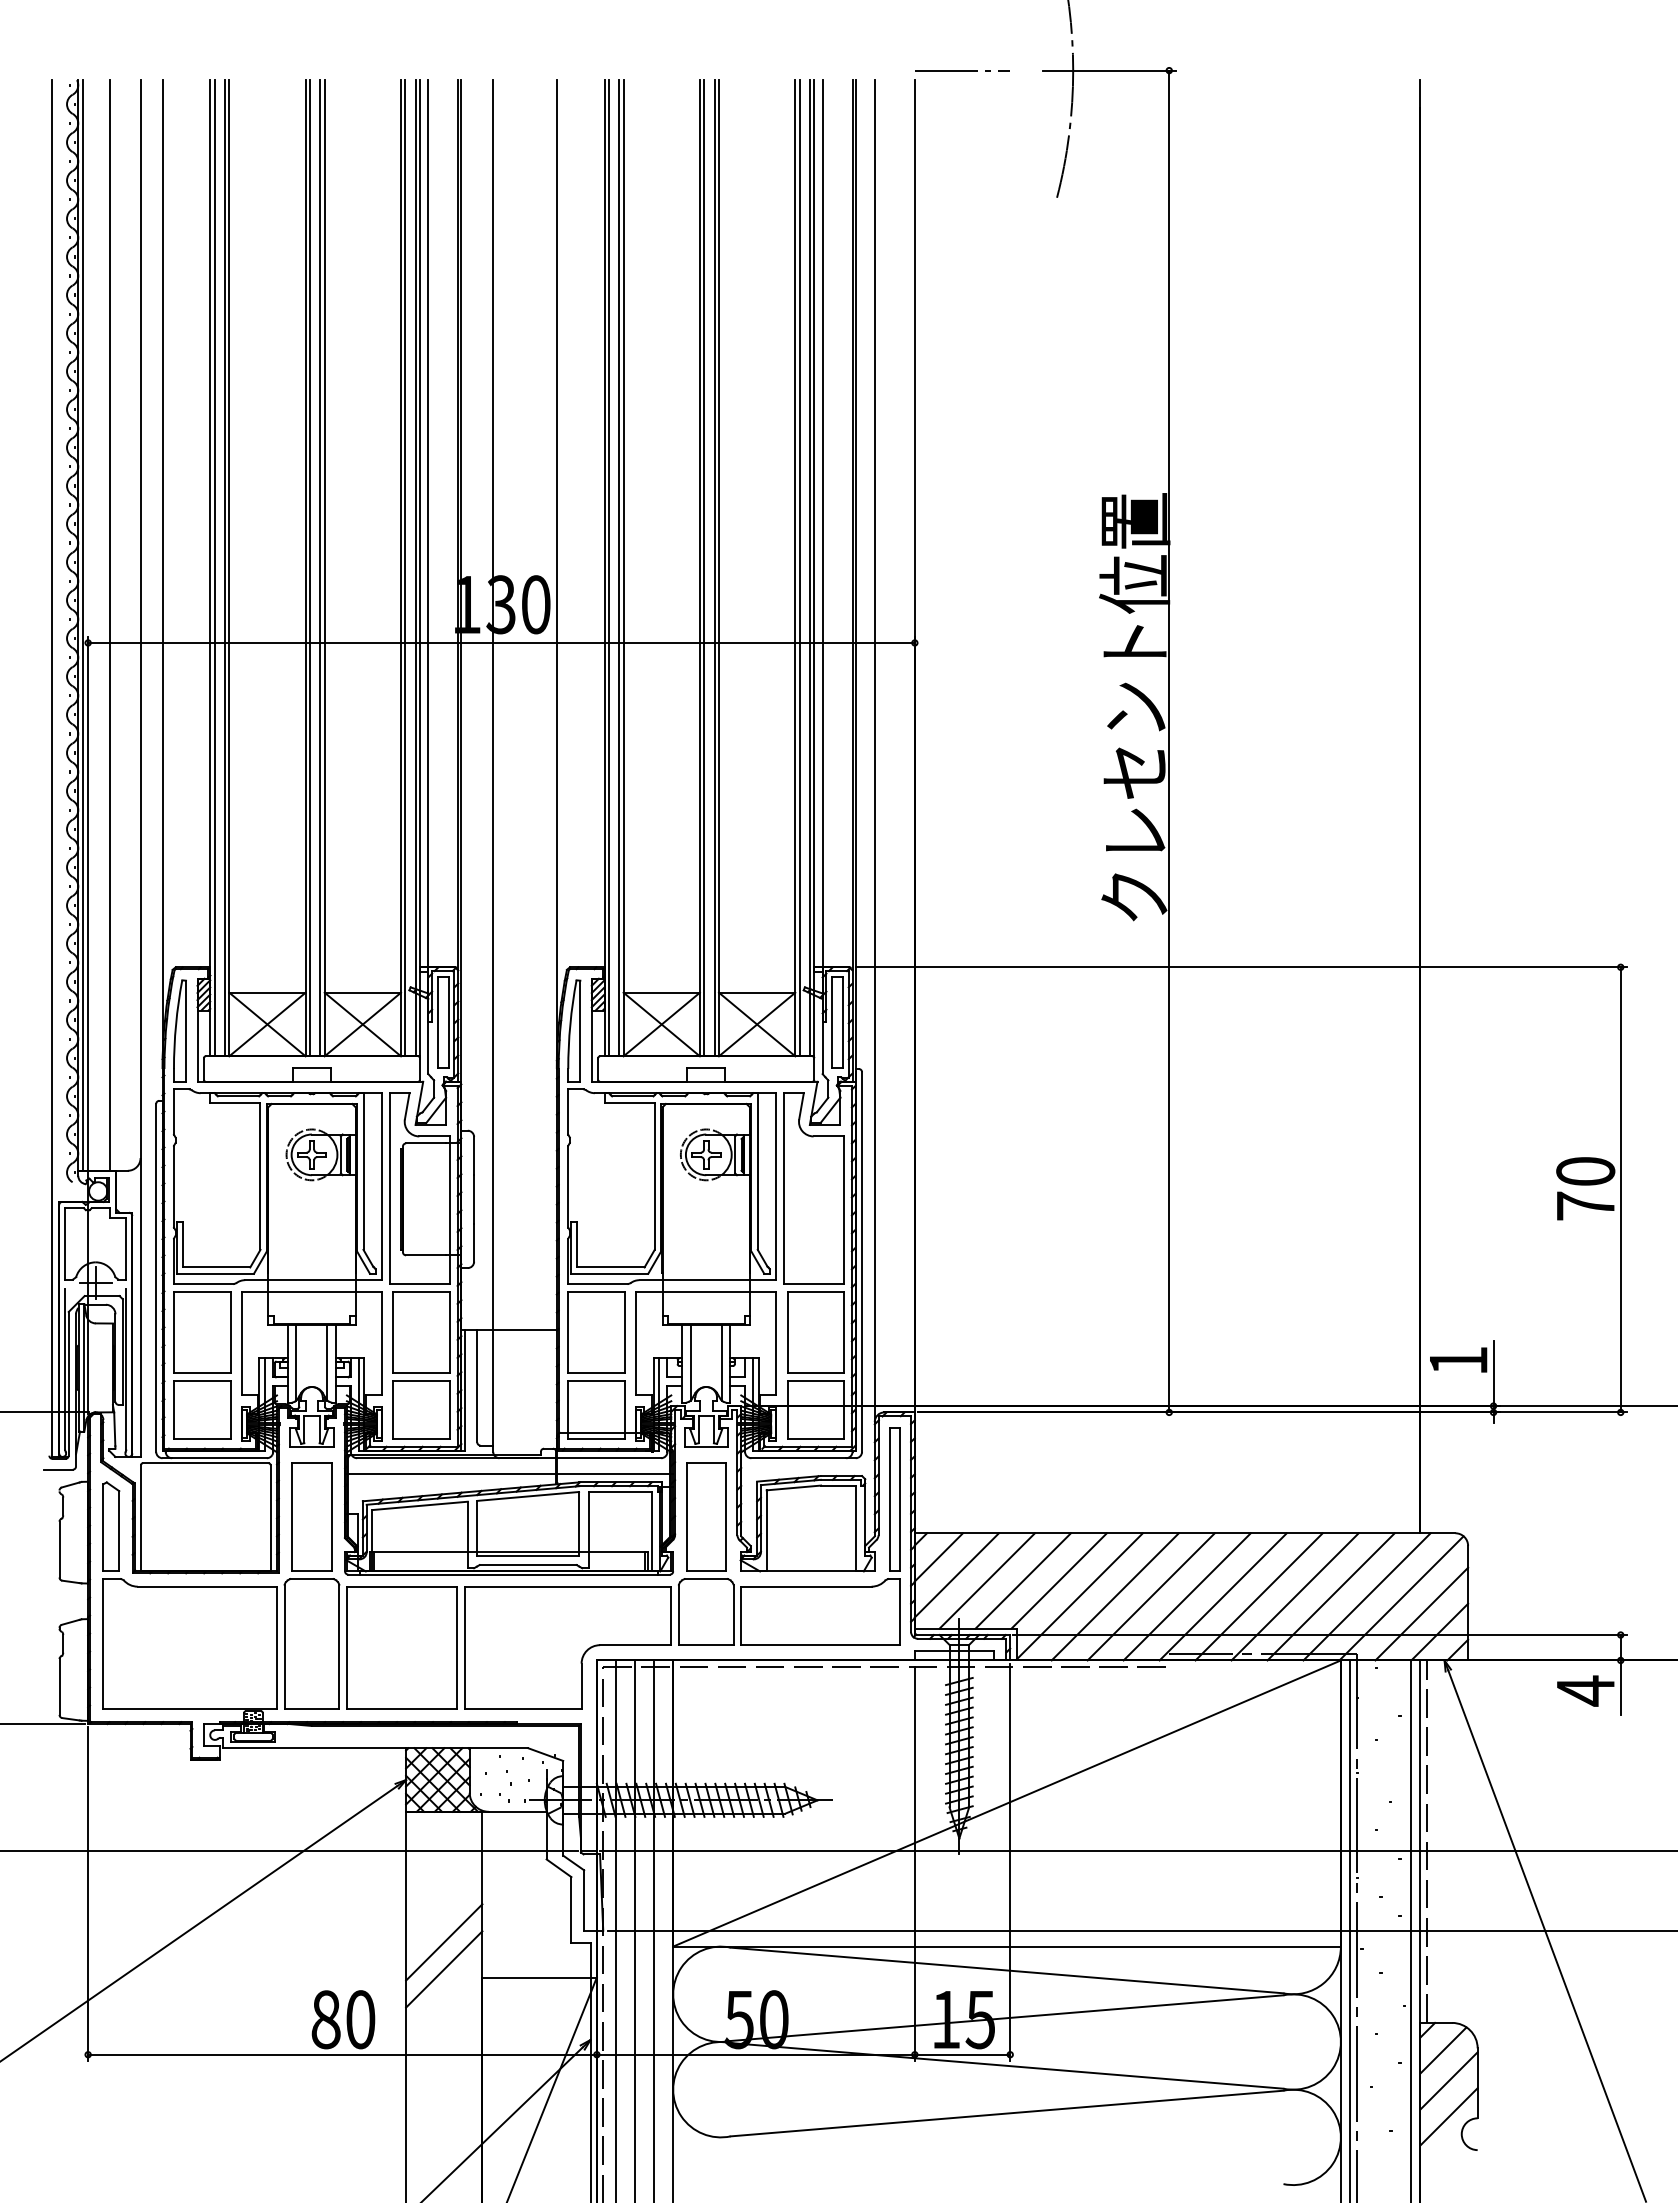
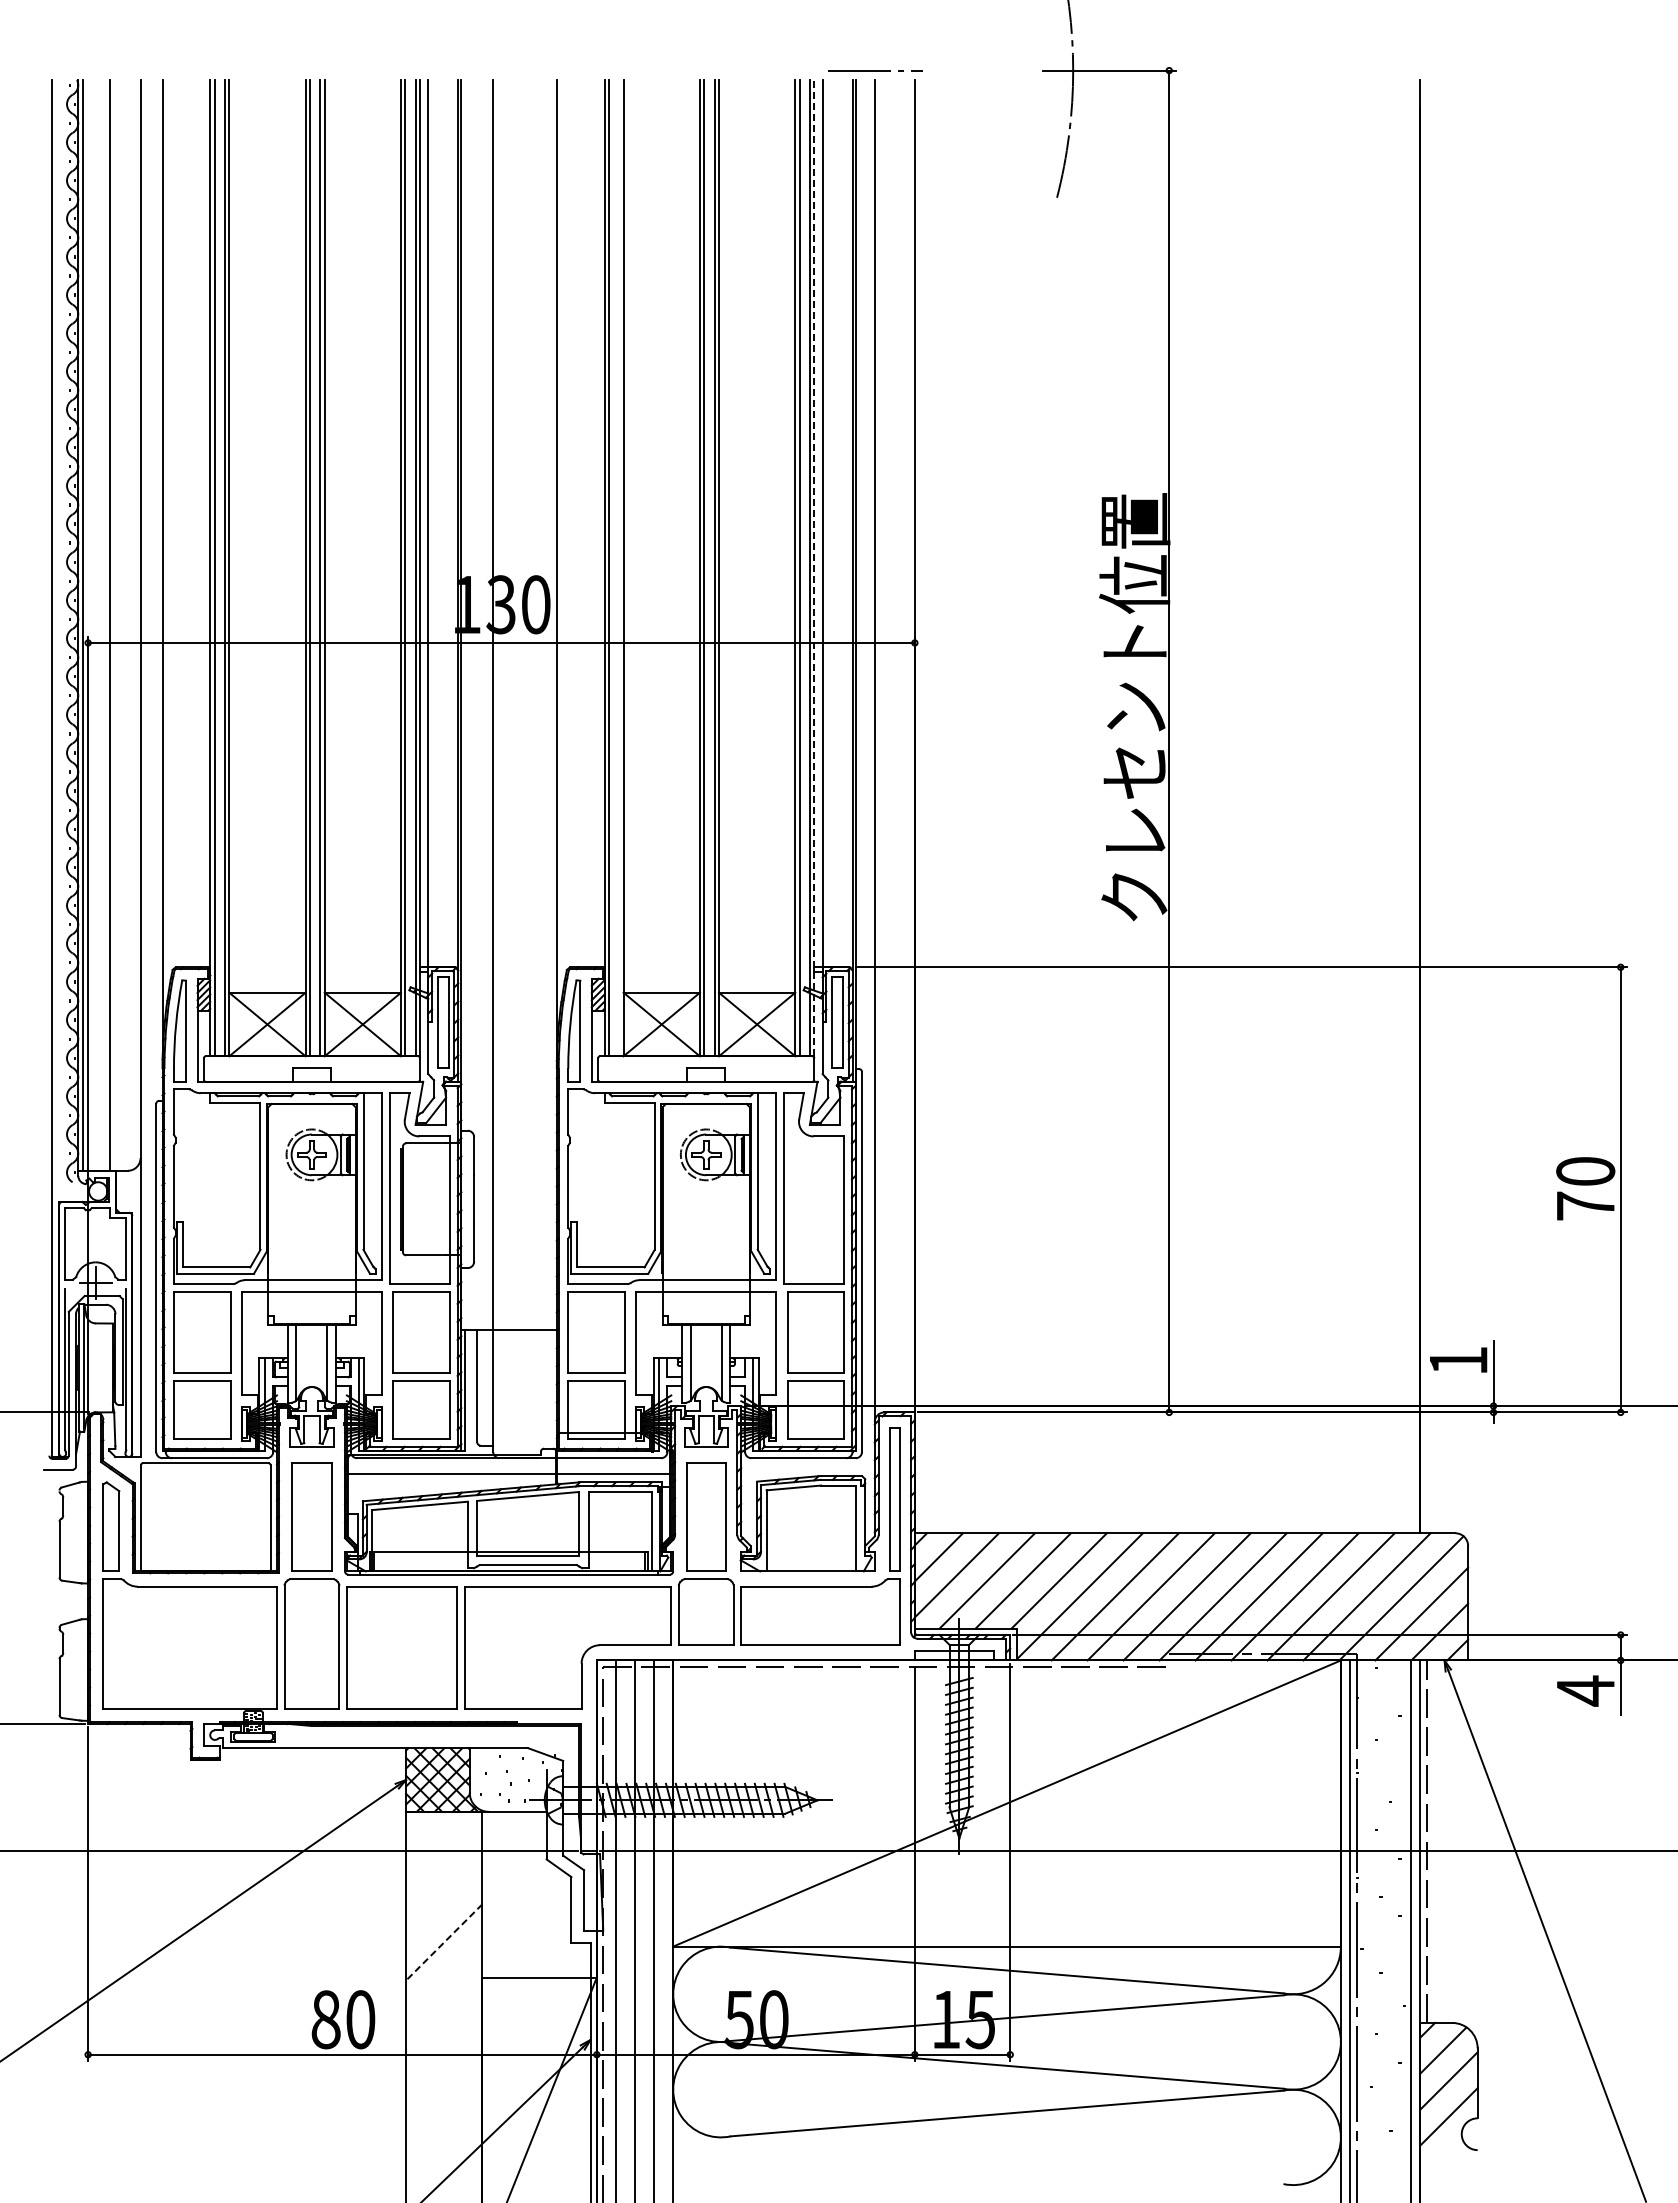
line at (962, 70) position: (962, 70) -> (875, 70)
line at (814, 567): solid -> dashed
line at (619, 568): present -> none
line at (1140, 1930): present -> none
line at (444, 1942): solid -> dashed
line at (444, 1969): present -> none
